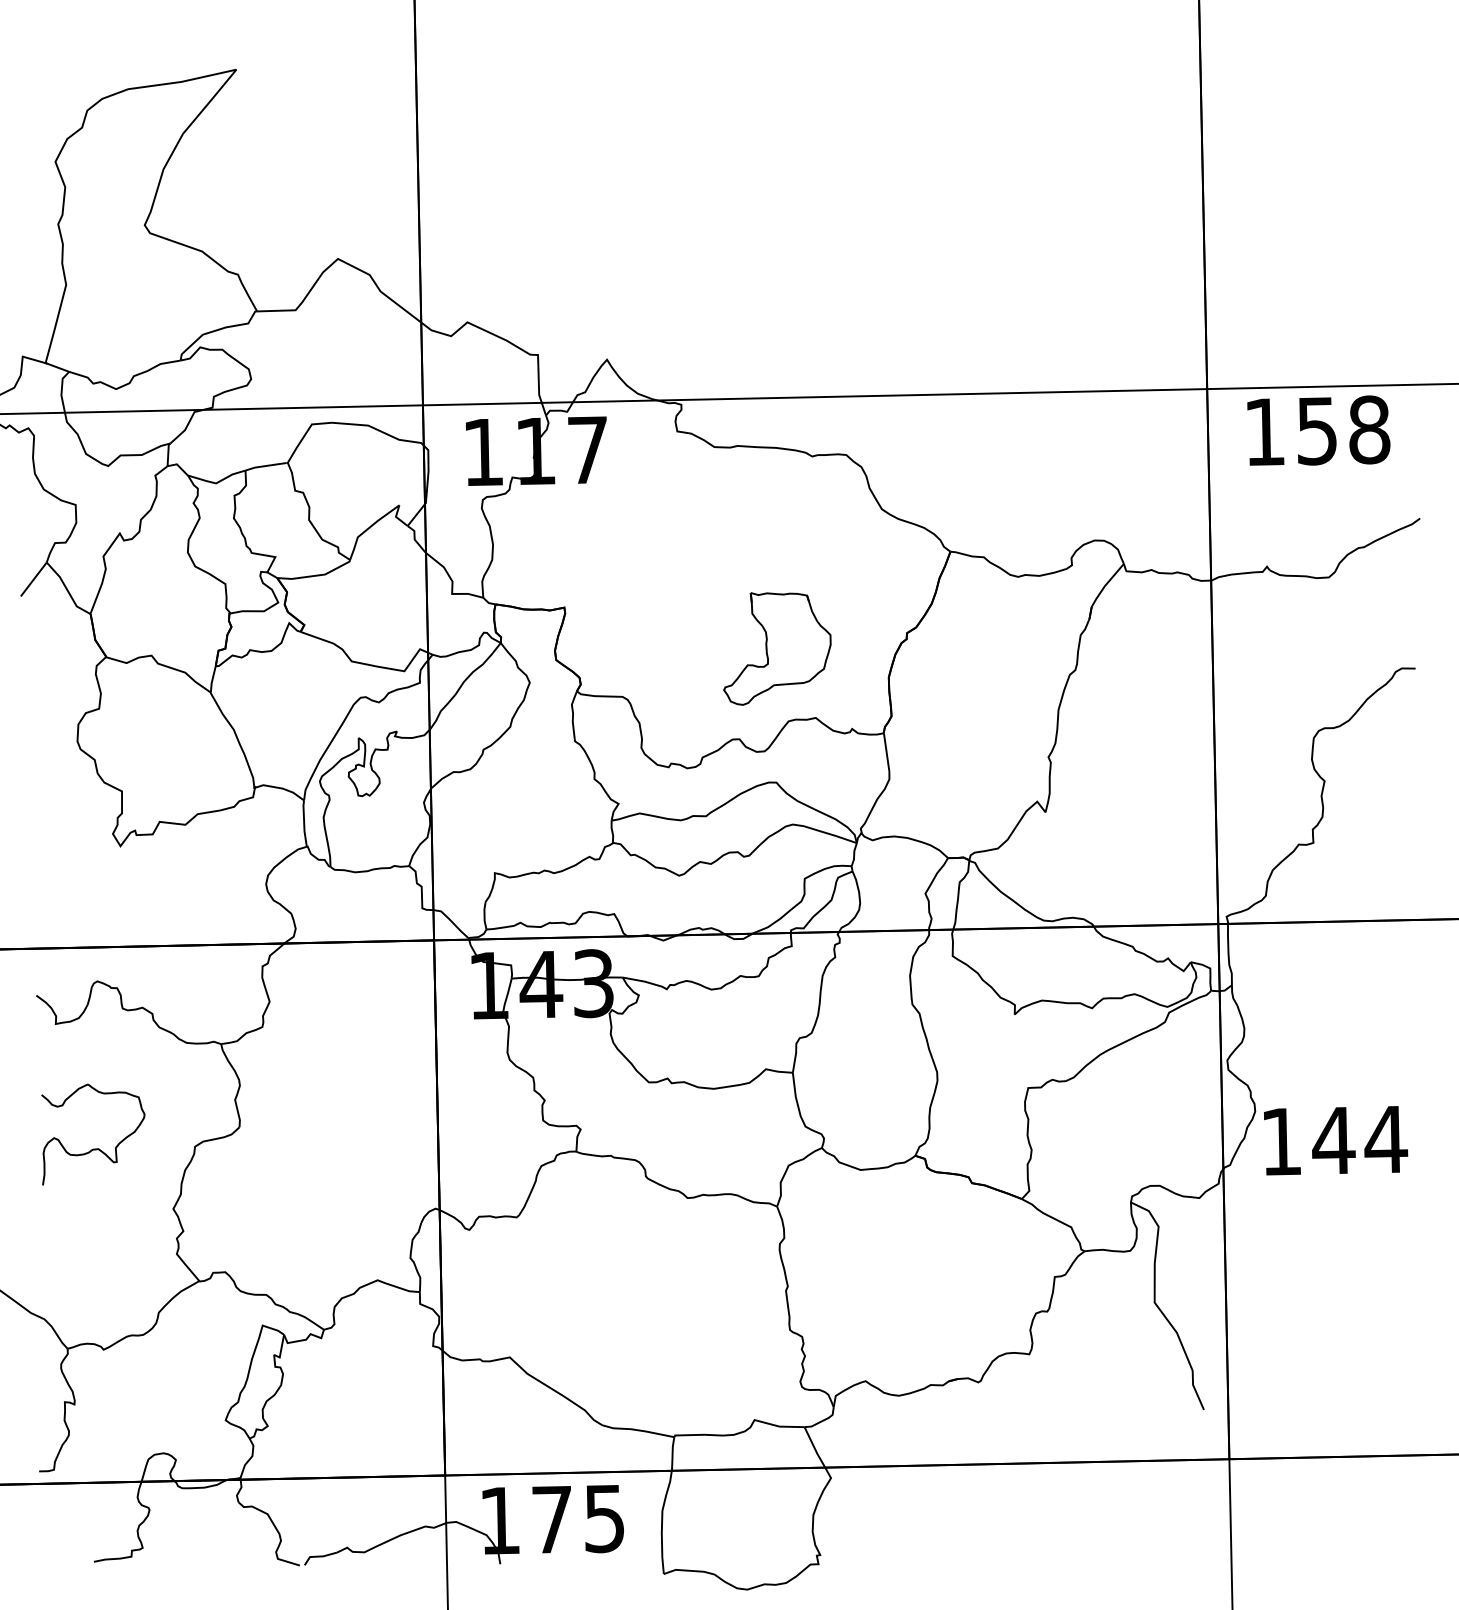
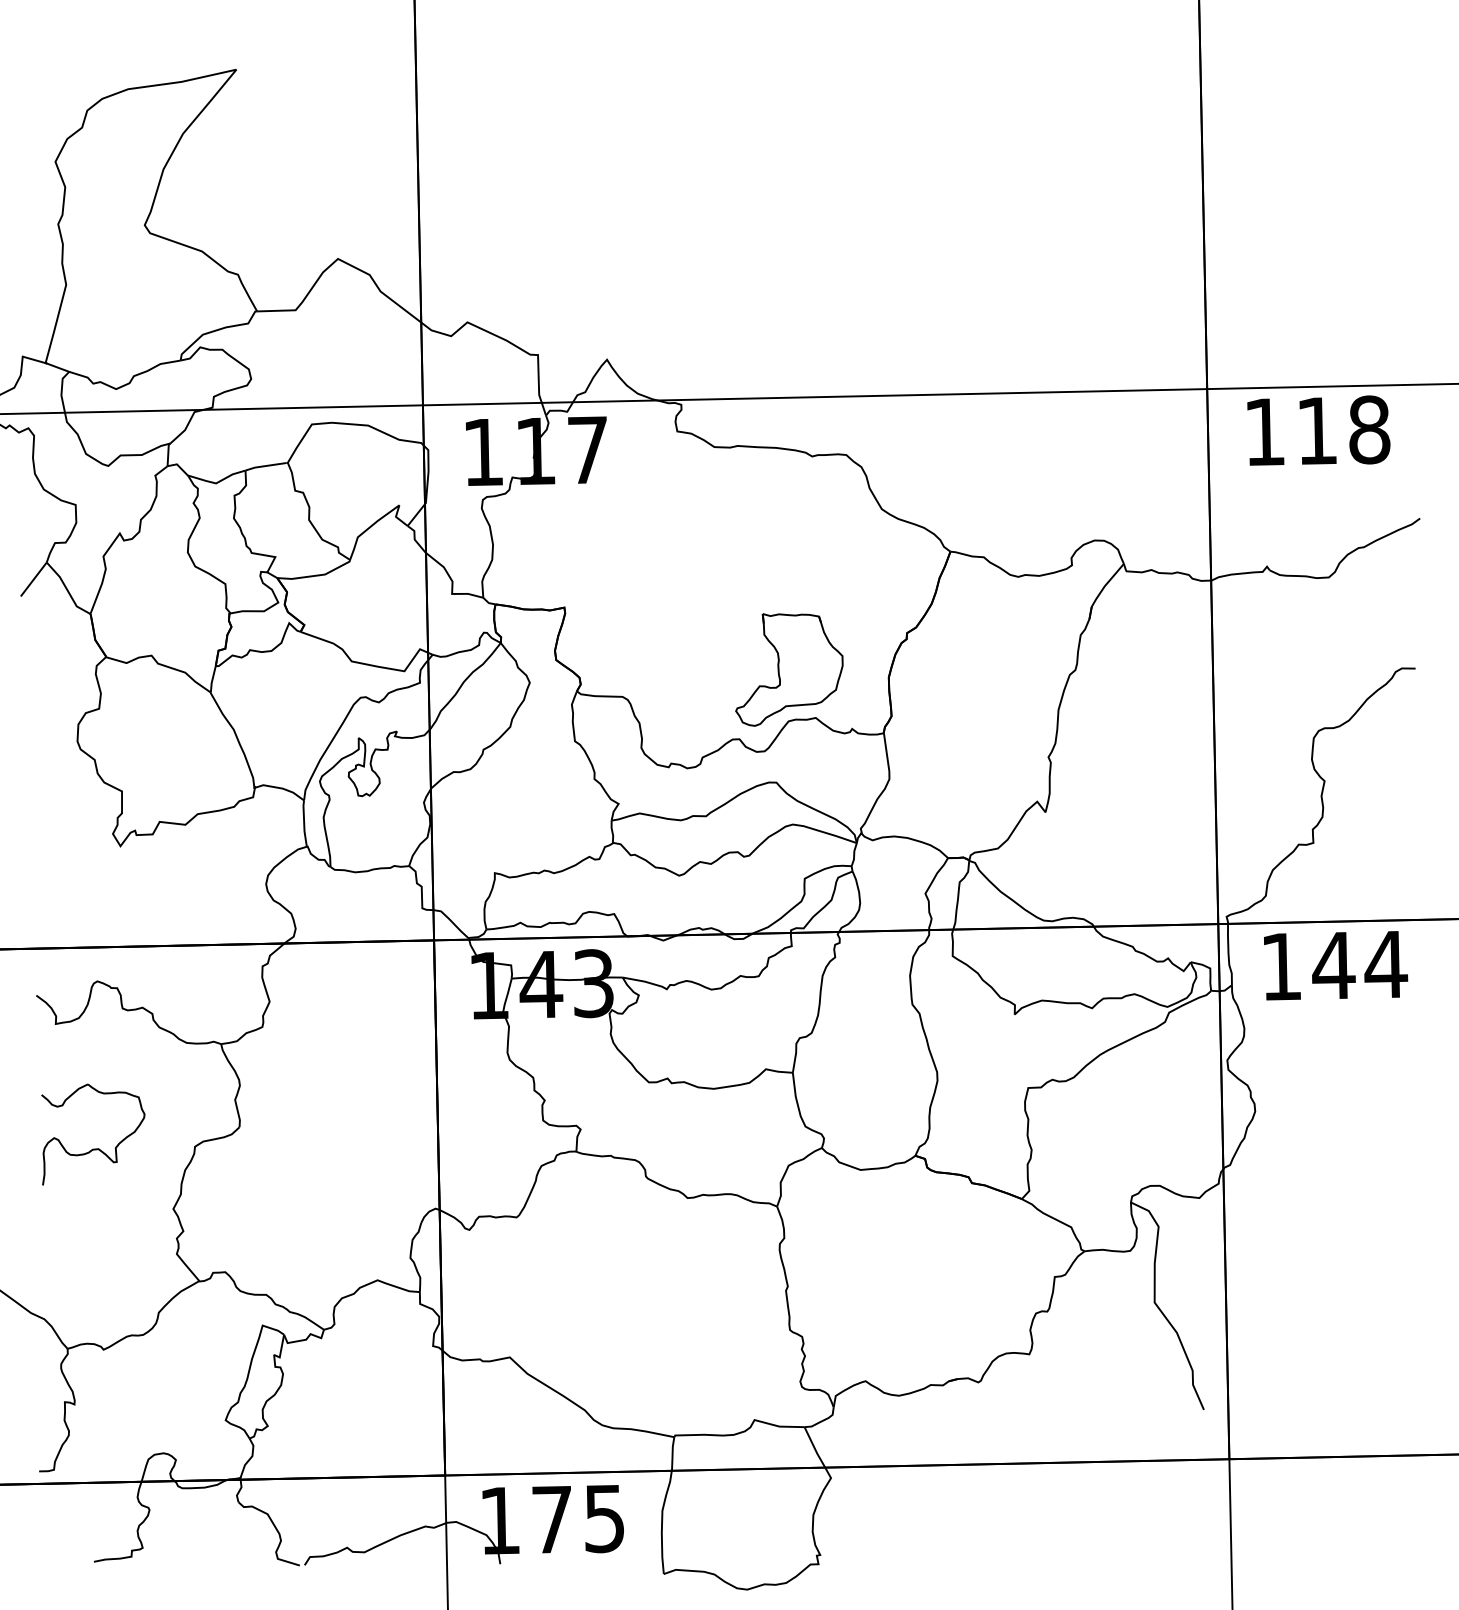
text at (1317, 431): 158 -> 118
part at (777, 648) position: (777, 648) -> (789, 669)
text at (1336, 1140) position: (1336, 1140) -> (1336, 965)
